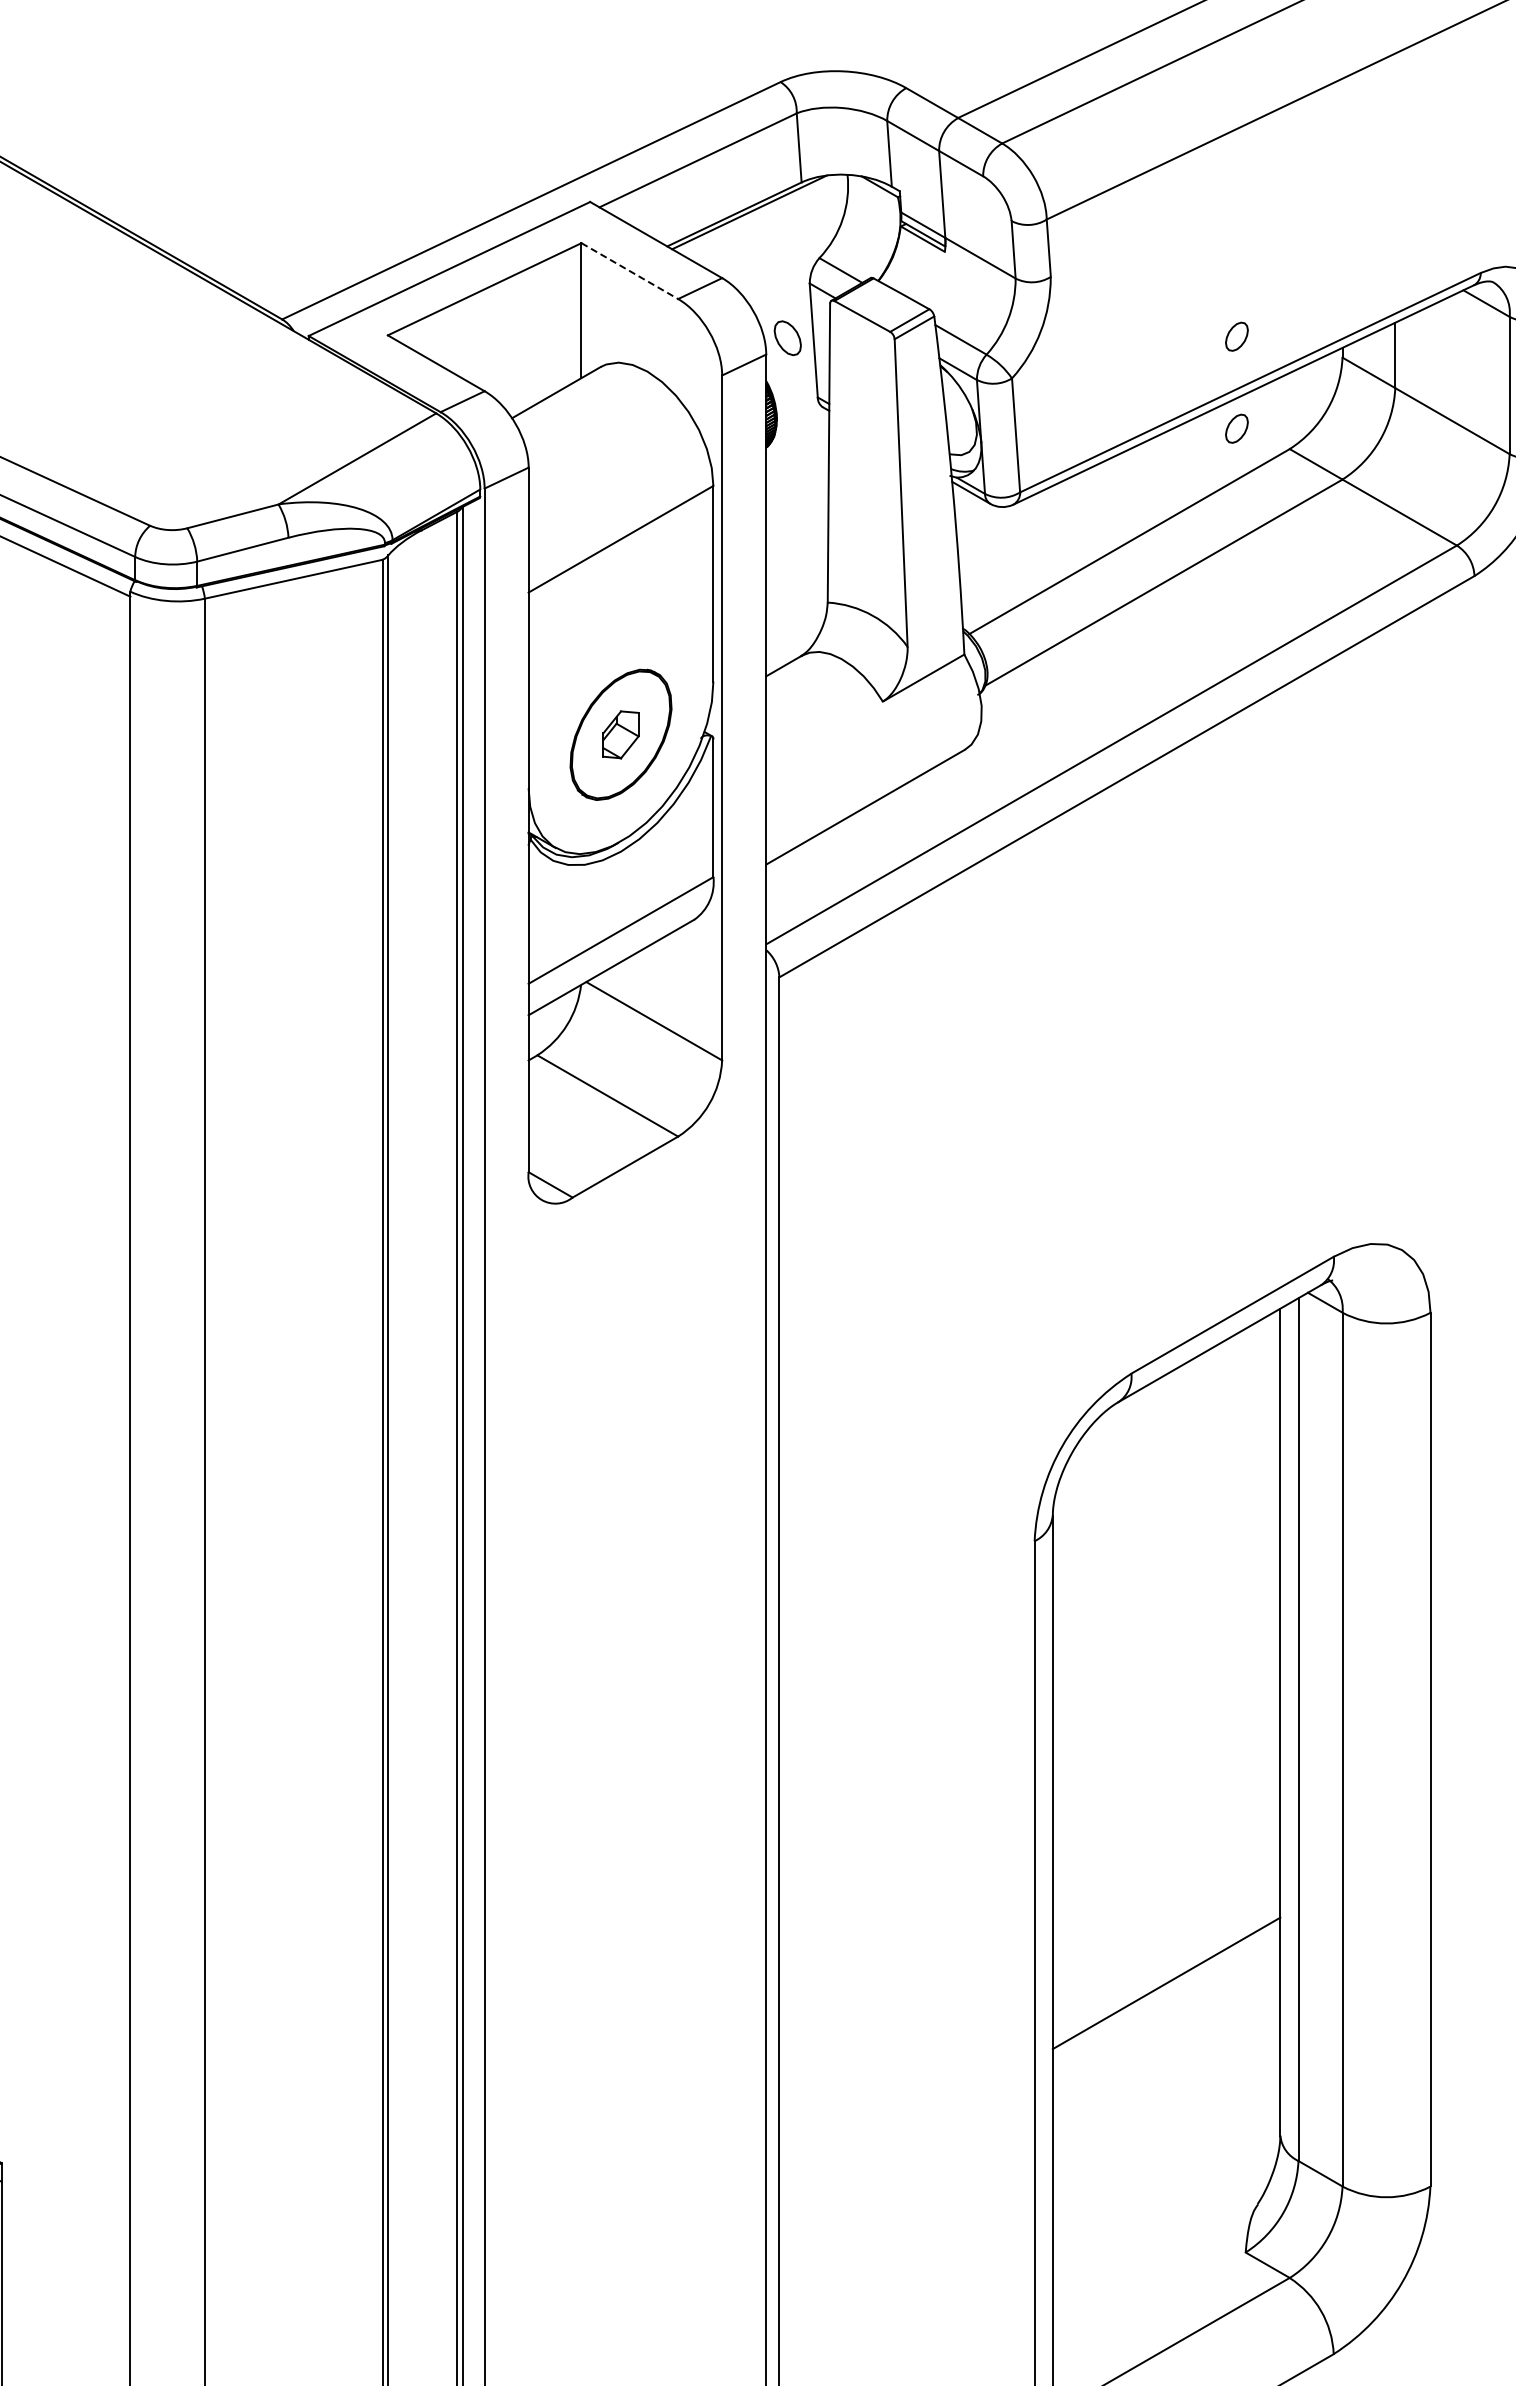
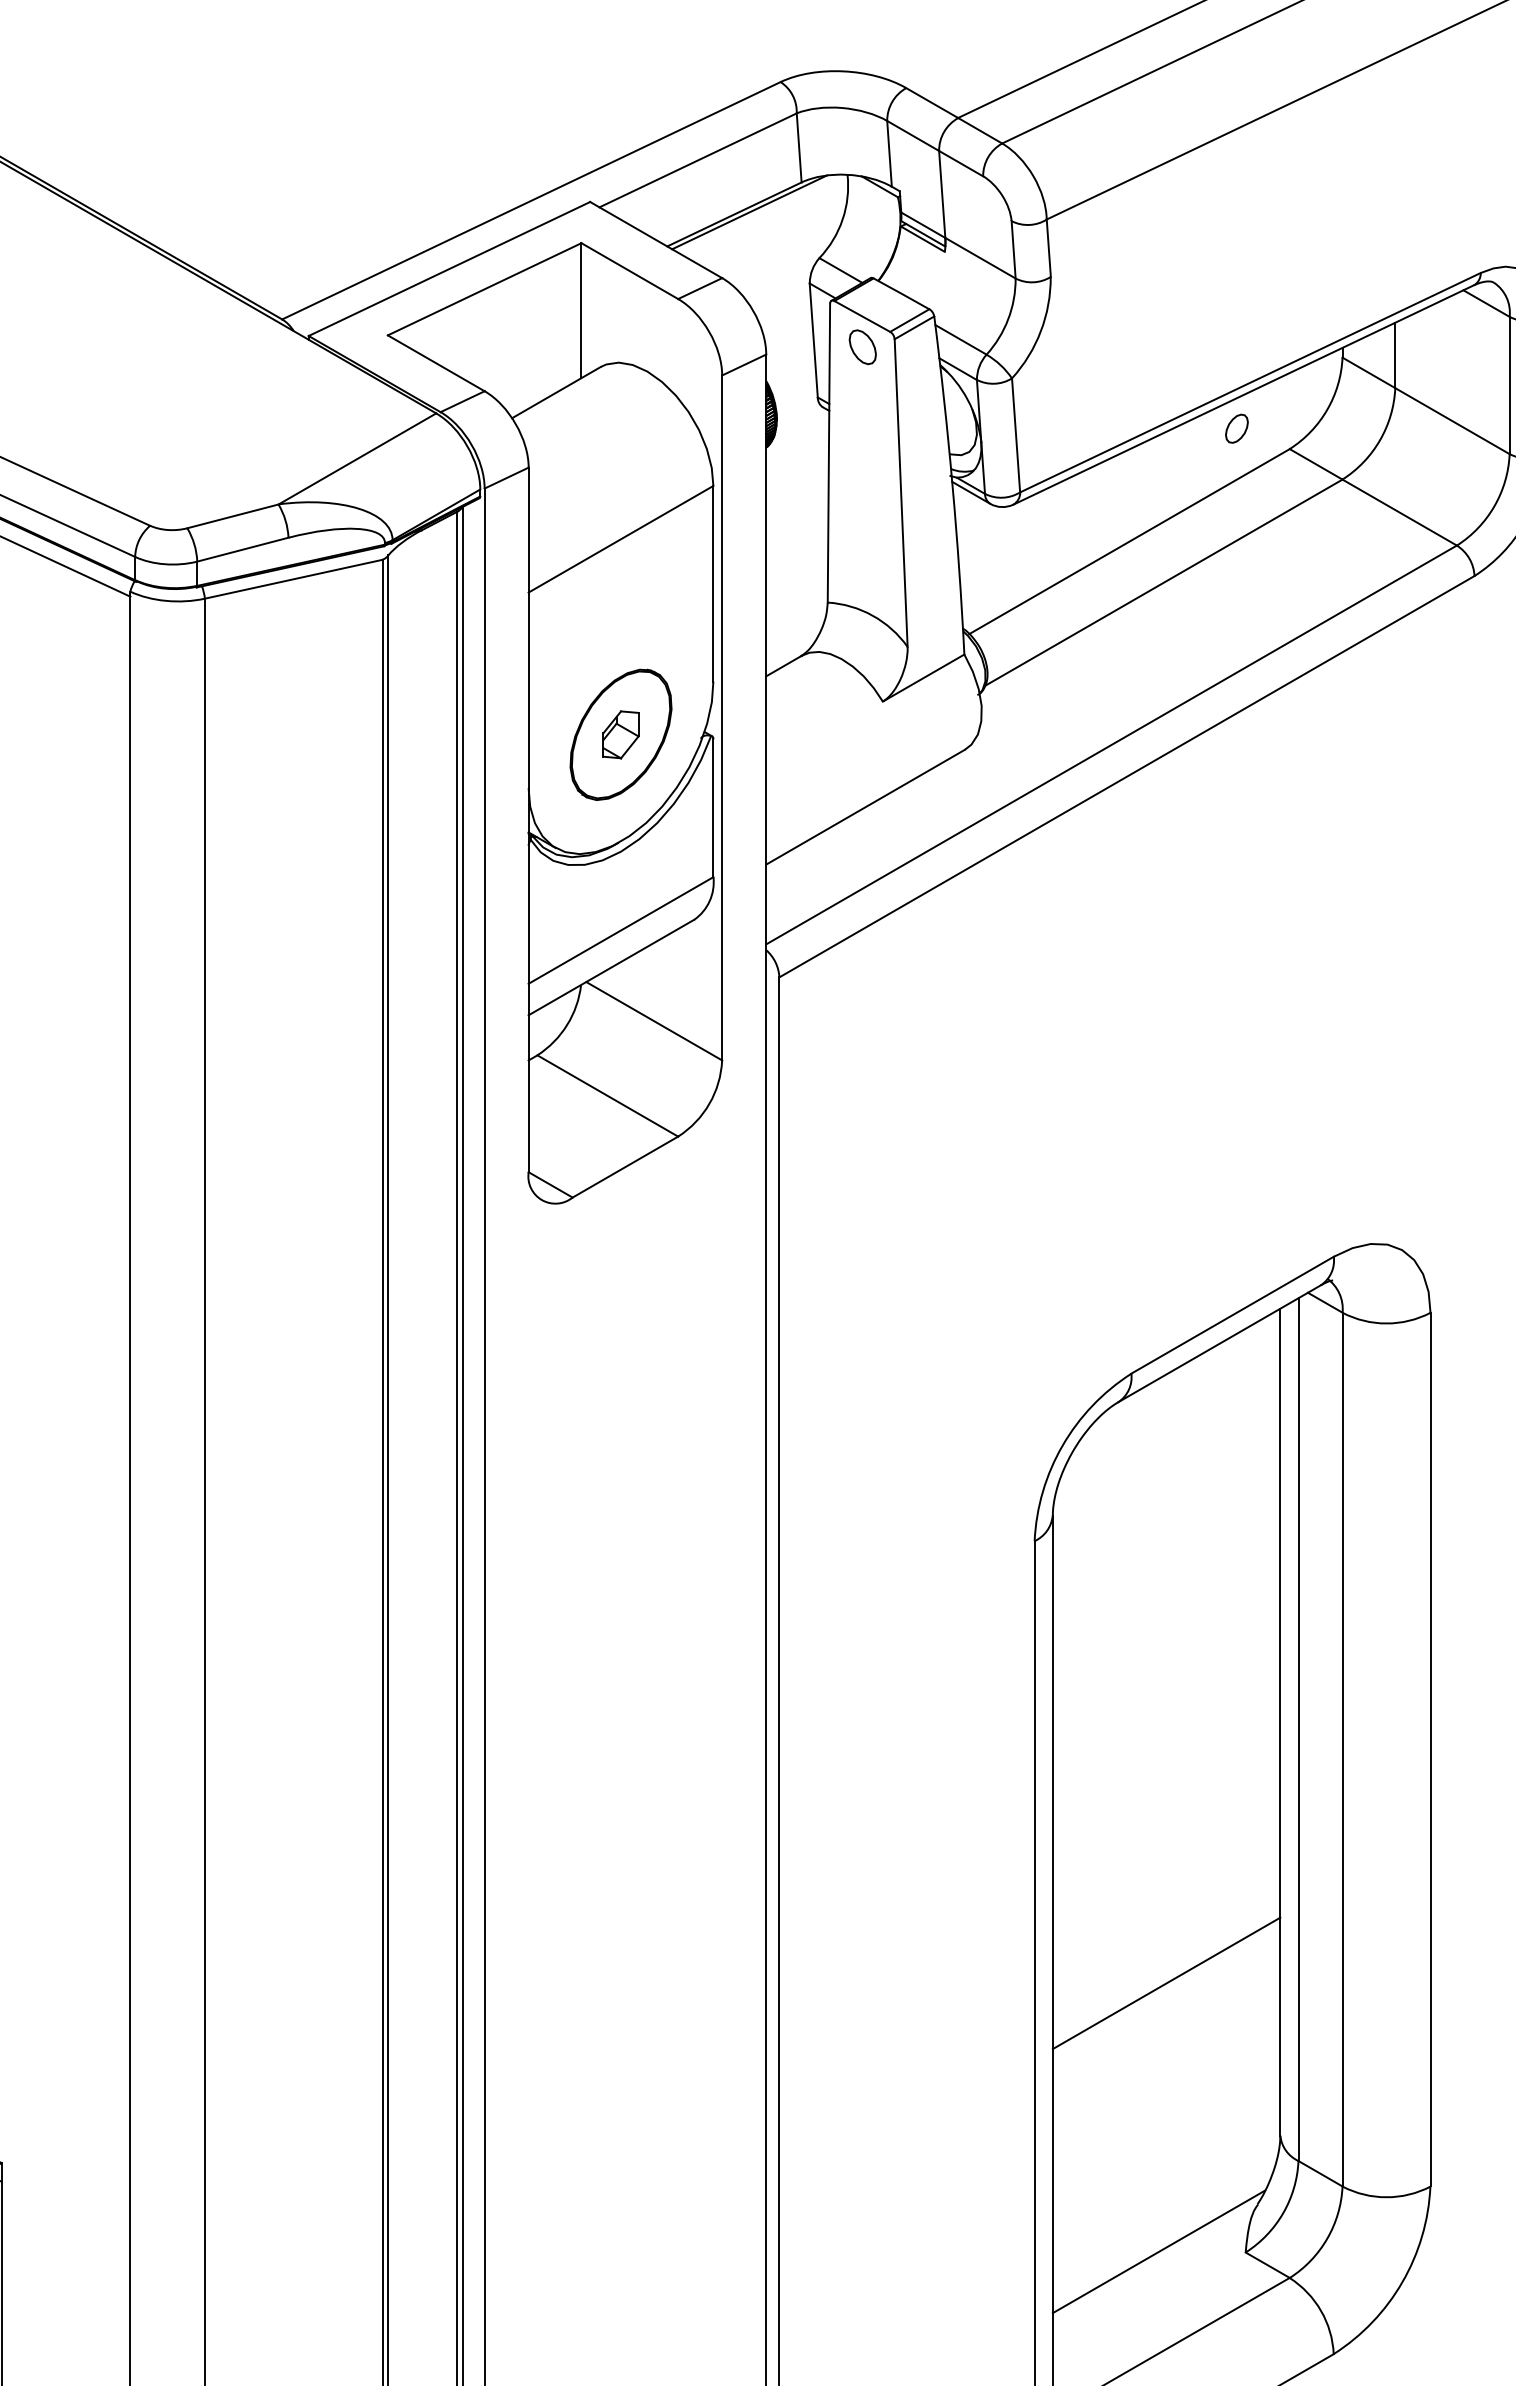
line at (629, 271): dashed -> solid
part at (1236, 336): present -> none
part at (787, 338) position: (787, 338) -> (862, 347)
line at (1158, 2251): none -> present
